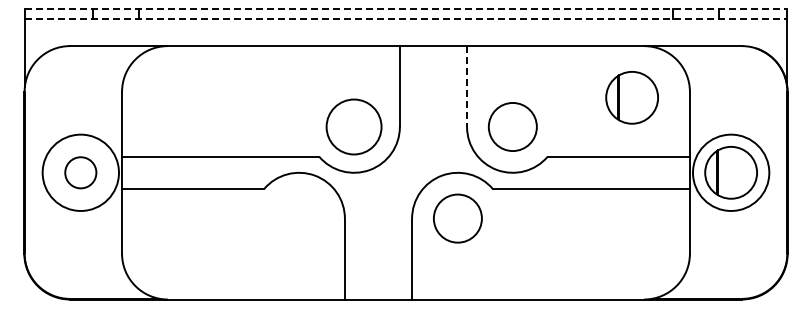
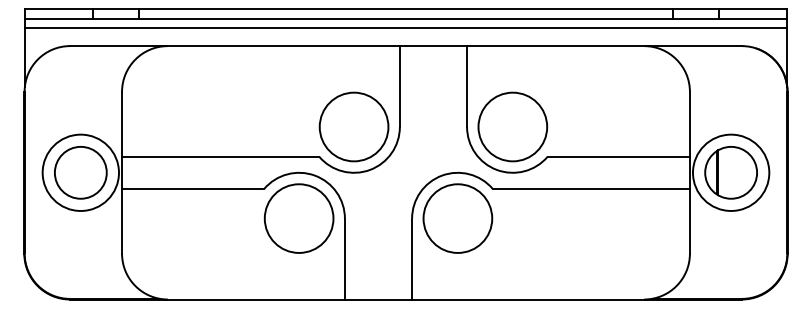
line at (406, 9): dashed -> solid
line at (406, 18): dashed -> solid
line at (405, 27): none -> present
line at (467, 87): dashed -> solid
part at (631, 97): present -> none
circle at (353, 126) diameter: 55 px -> 69 px
circle at (512, 126) diameter: 48 px -> 69 px
circle at (80, 172) diameter: 31 px -> 52 px
circle at (298, 218): none -> present
circle at (457, 218) diameter: 48 px -> 69 px
